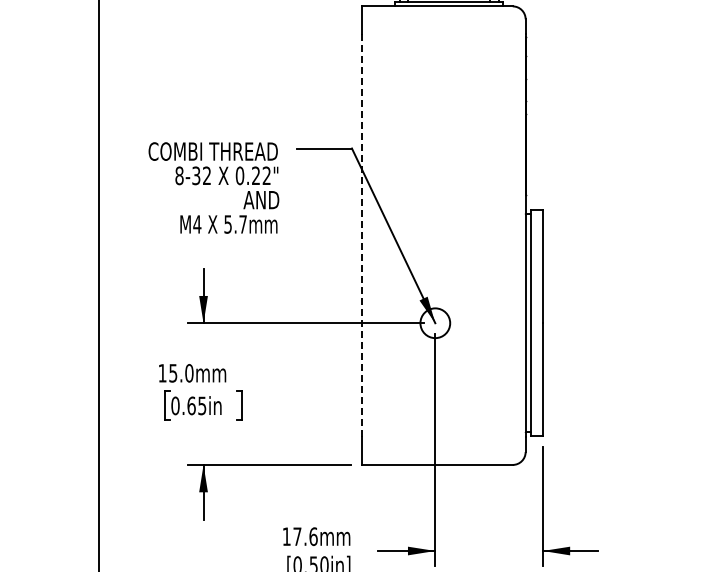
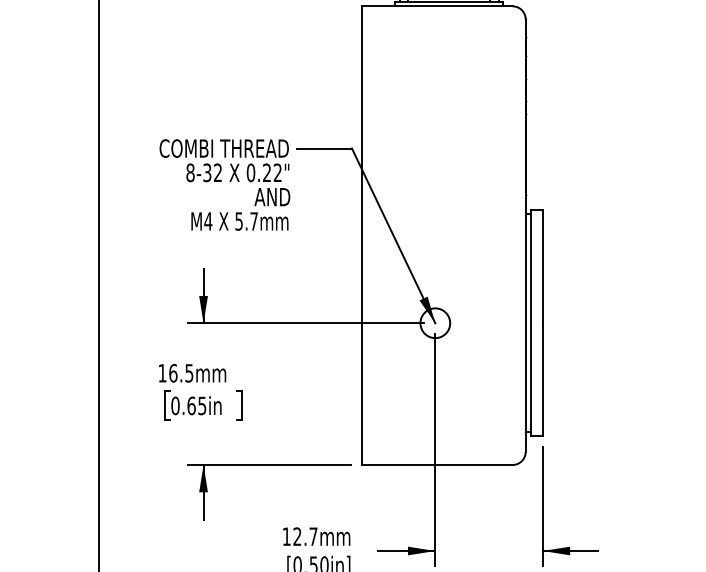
text at (213, 187) position: (213, 187) -> (224, 184)
line at (362, 235): dashed -> solid
text at (181, 373): 15.0mm -> 16.5mm
text at (305, 536): 17.6mm -> 12.7mm
